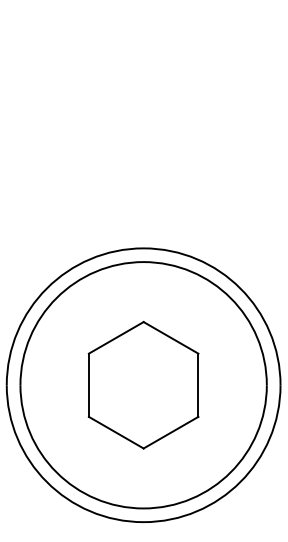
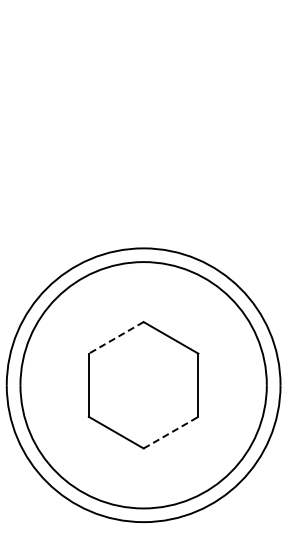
line at (116, 337): solid -> dashed
line at (171, 432): solid -> dashed
